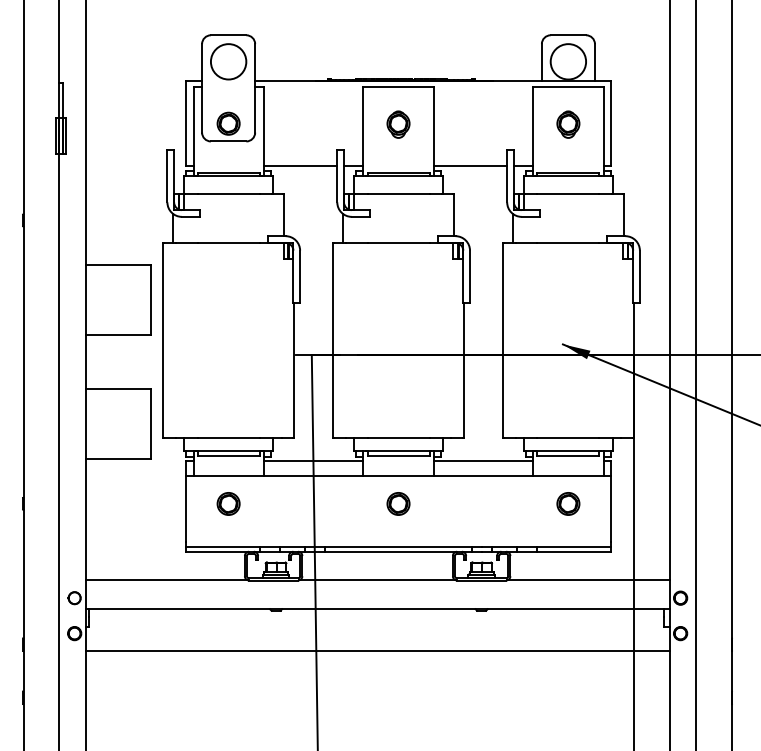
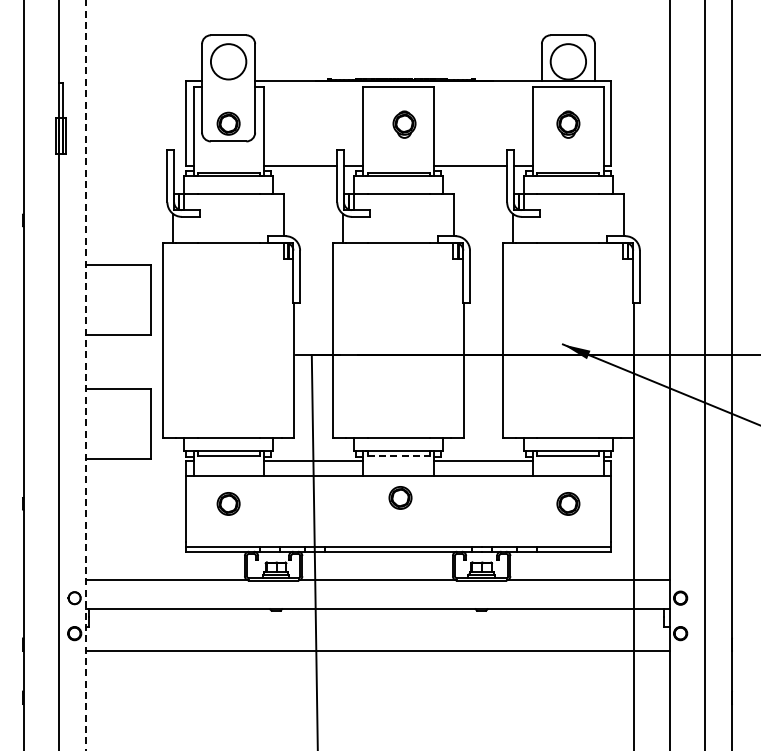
part at (398, 124) position: (398, 124) -> (404, 124)
line at (696, 374) position: (696, 374) -> (705, 374)
line at (85, 375): solid -> dashed
line at (398, 455): solid -> dashed
part at (398, 503) position: (398, 503) -> (400, 497)
